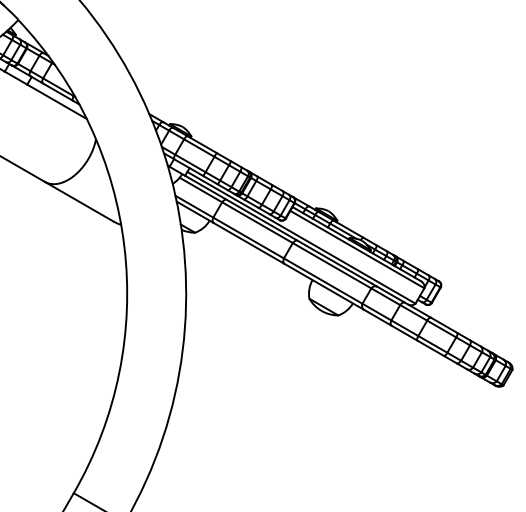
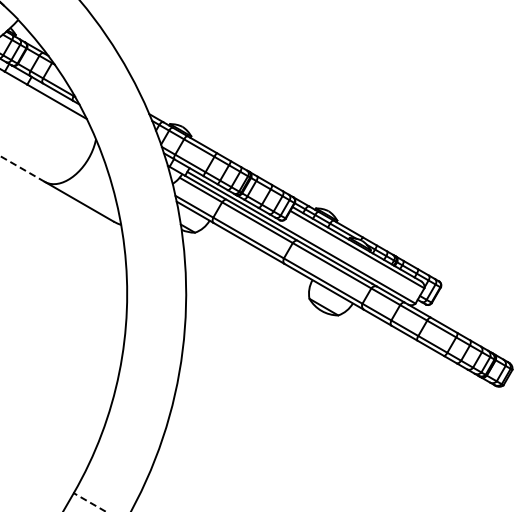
line at (23, 169): solid -> dashed
line at (89, 502): solid -> dashed
